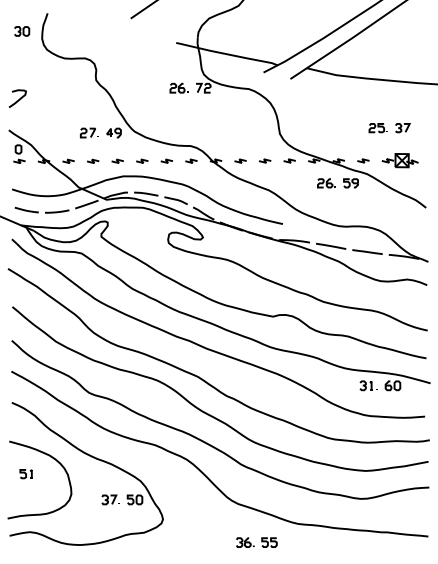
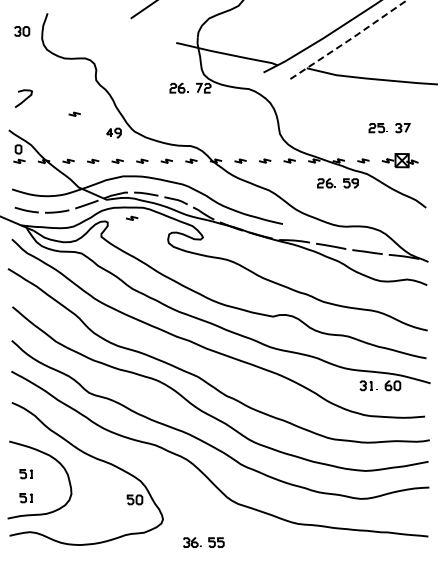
line at (348, 40): solid -> dashed
curve at (18, 99) position: (18, 99) -> (24, 99)
line at (74, 113): none -> present
part at (89, 132): present -> none
part at (132, 217): none -> present
part at (25, 498): none -> present
part at (110, 499): present -> none
part at (256, 542) position: (256, 542) -> (203, 542)
